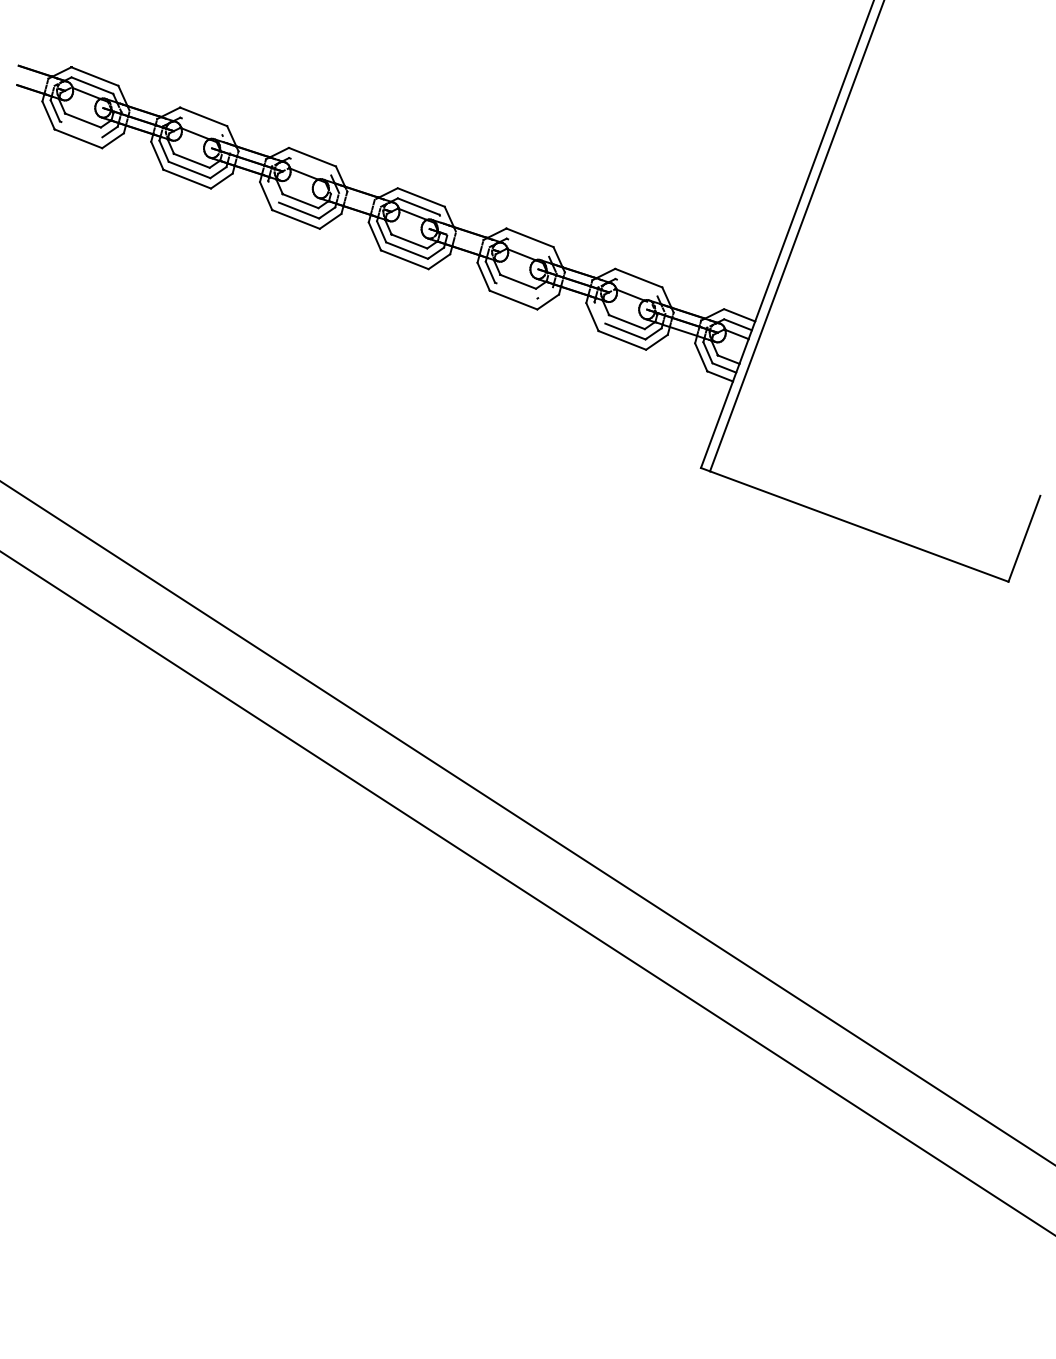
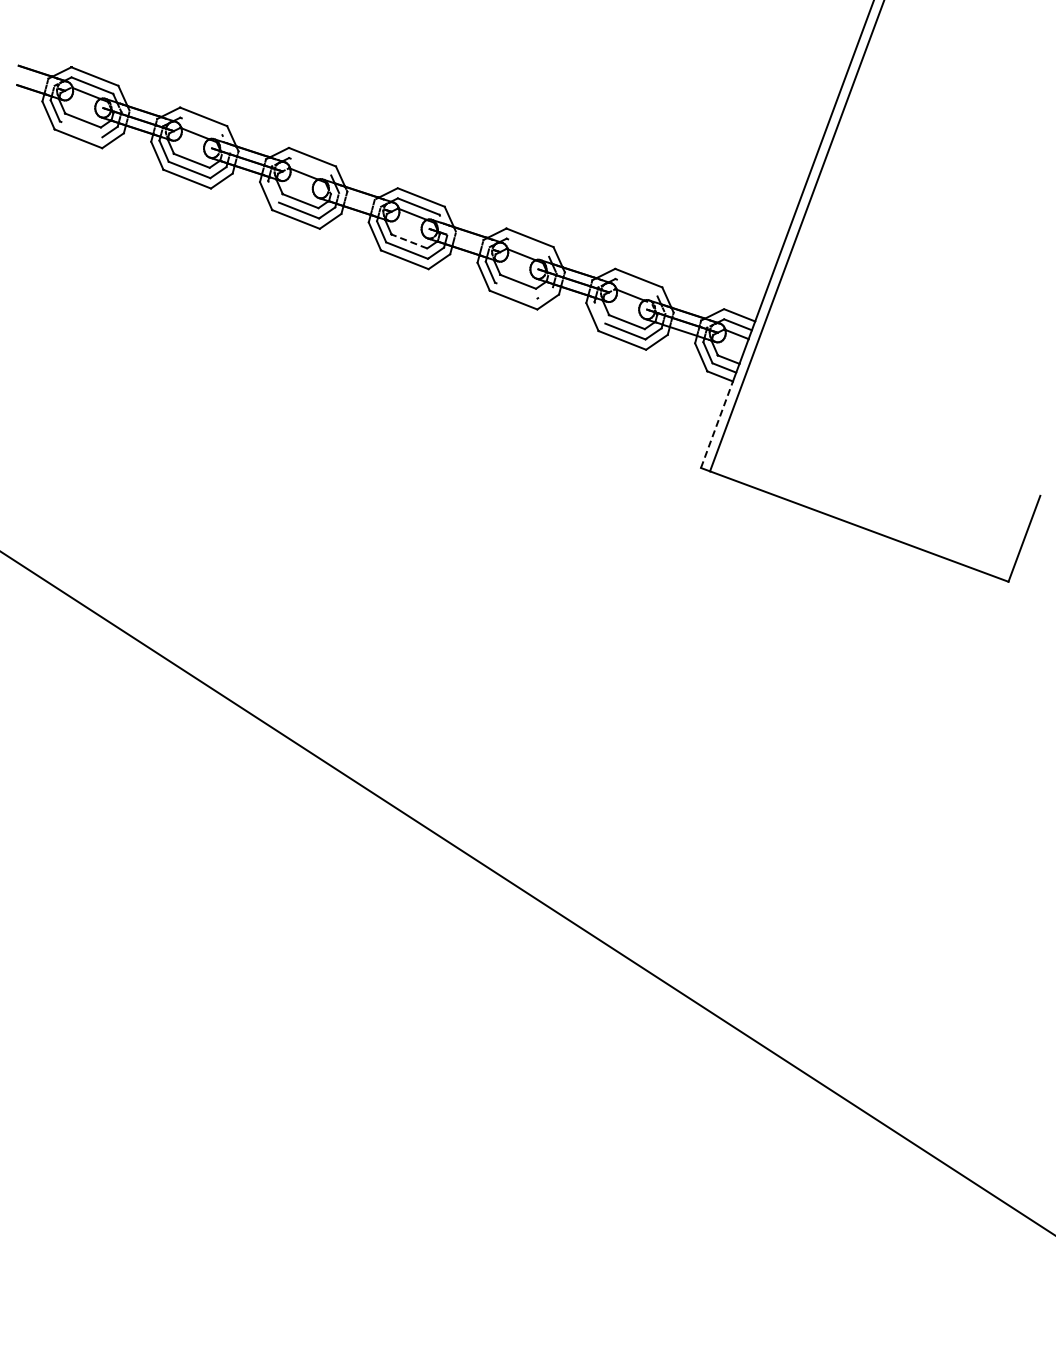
line at (408, 241): solid -> dashed
line at (717, 424): solid -> dashed
line at (527, 822): present -> none
